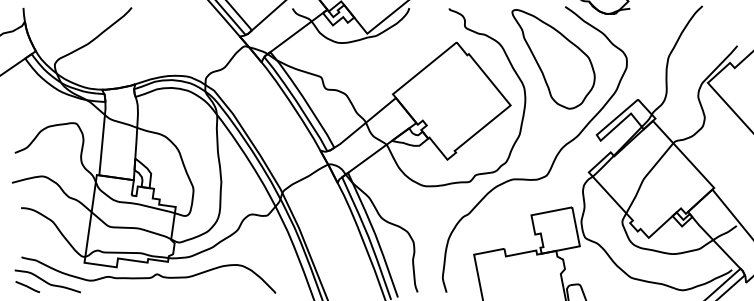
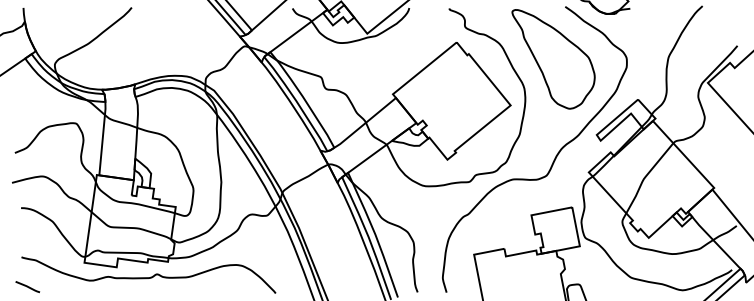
curve at (47, 281): present -> none
